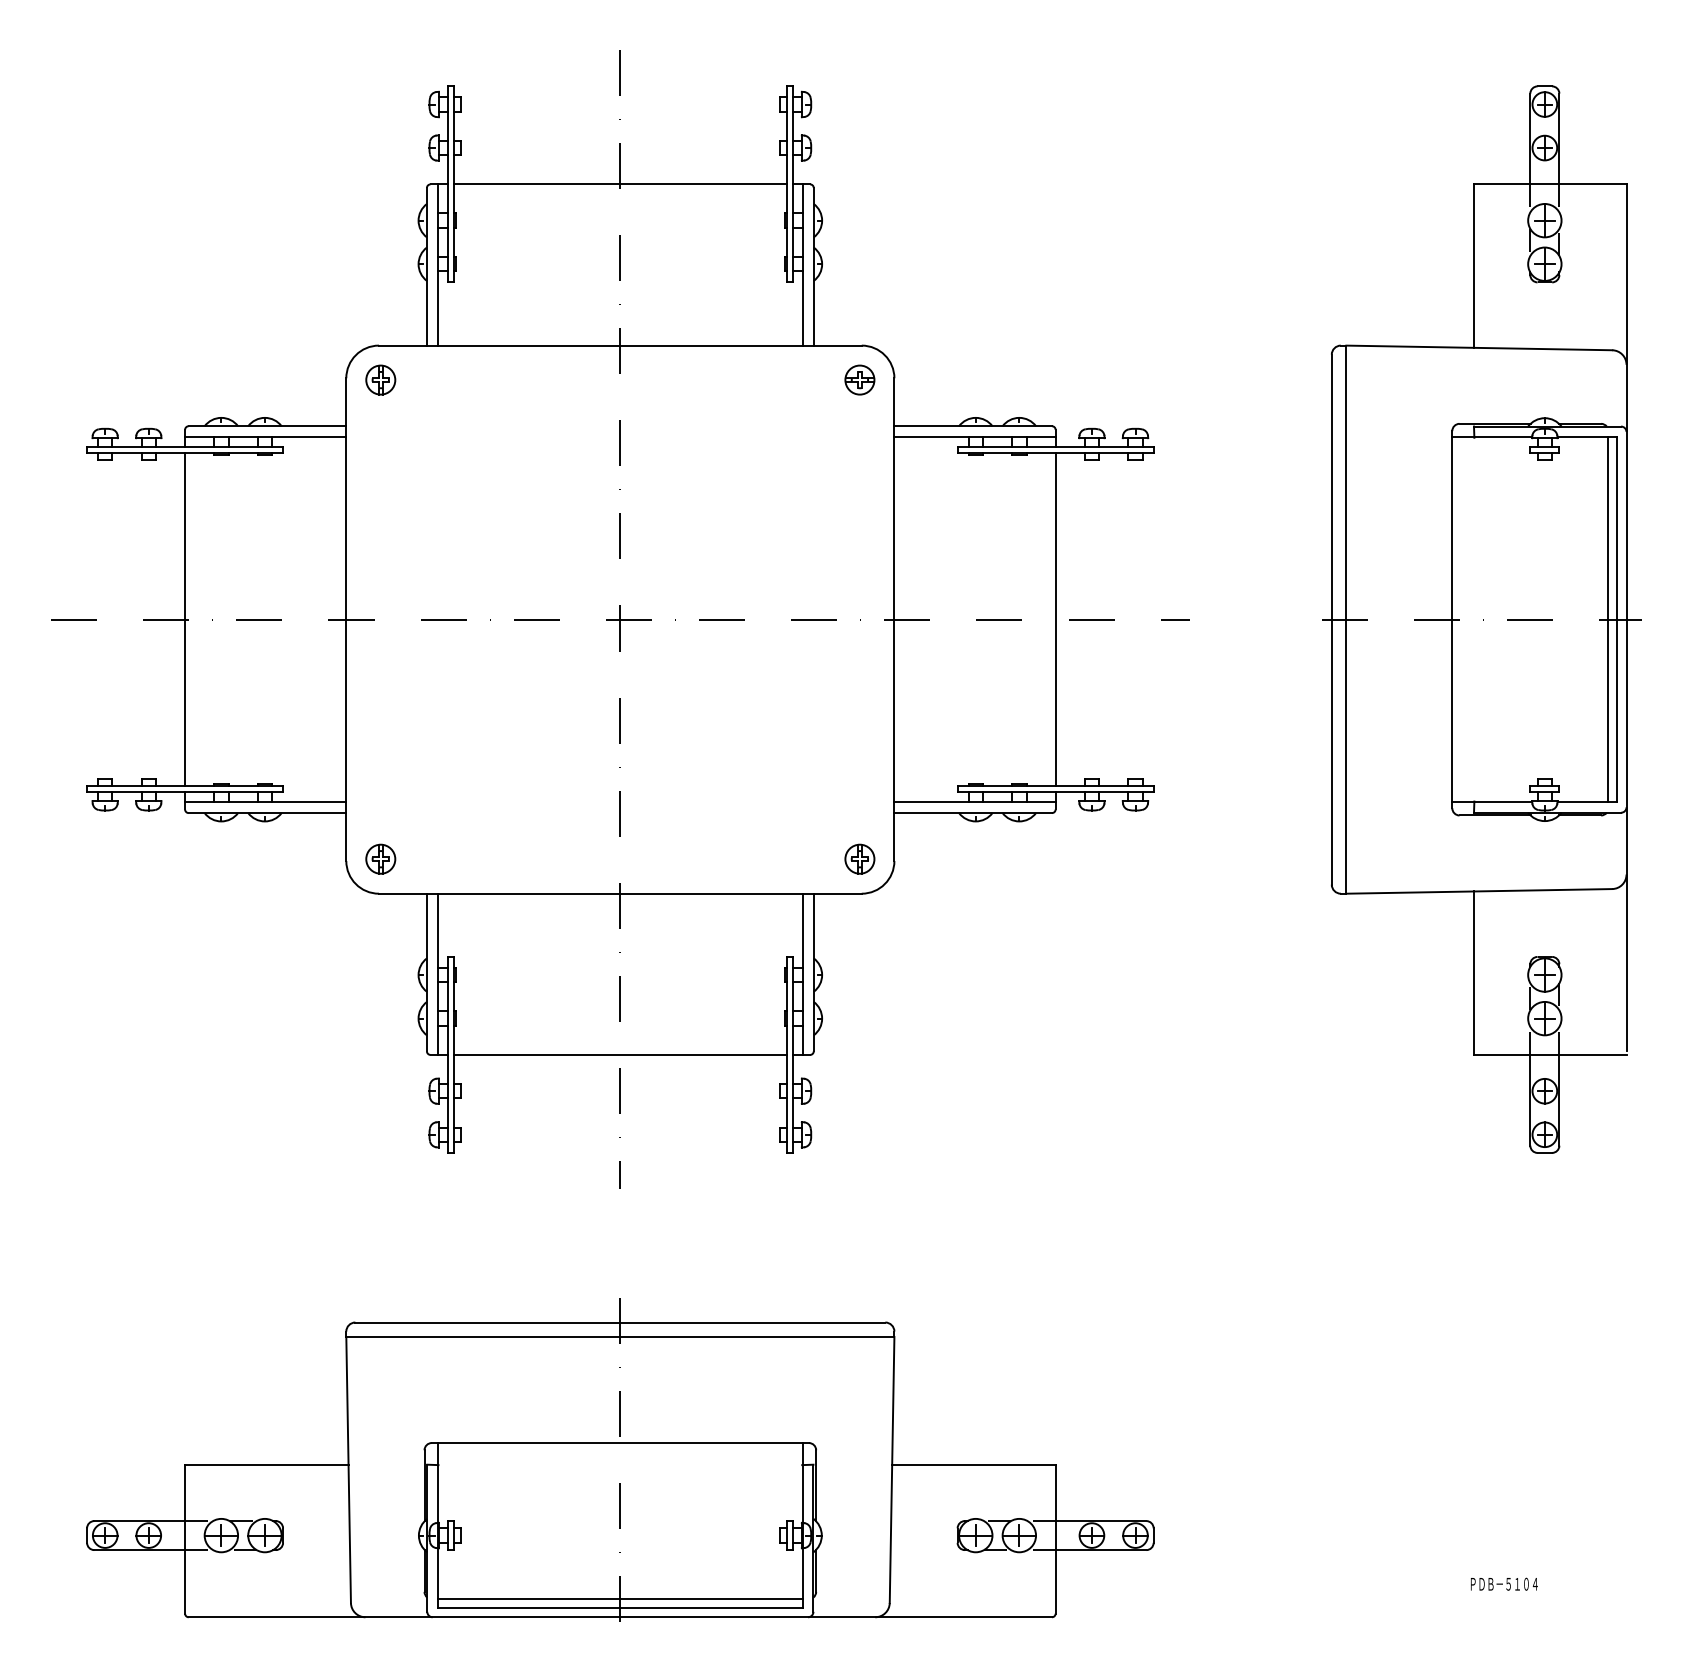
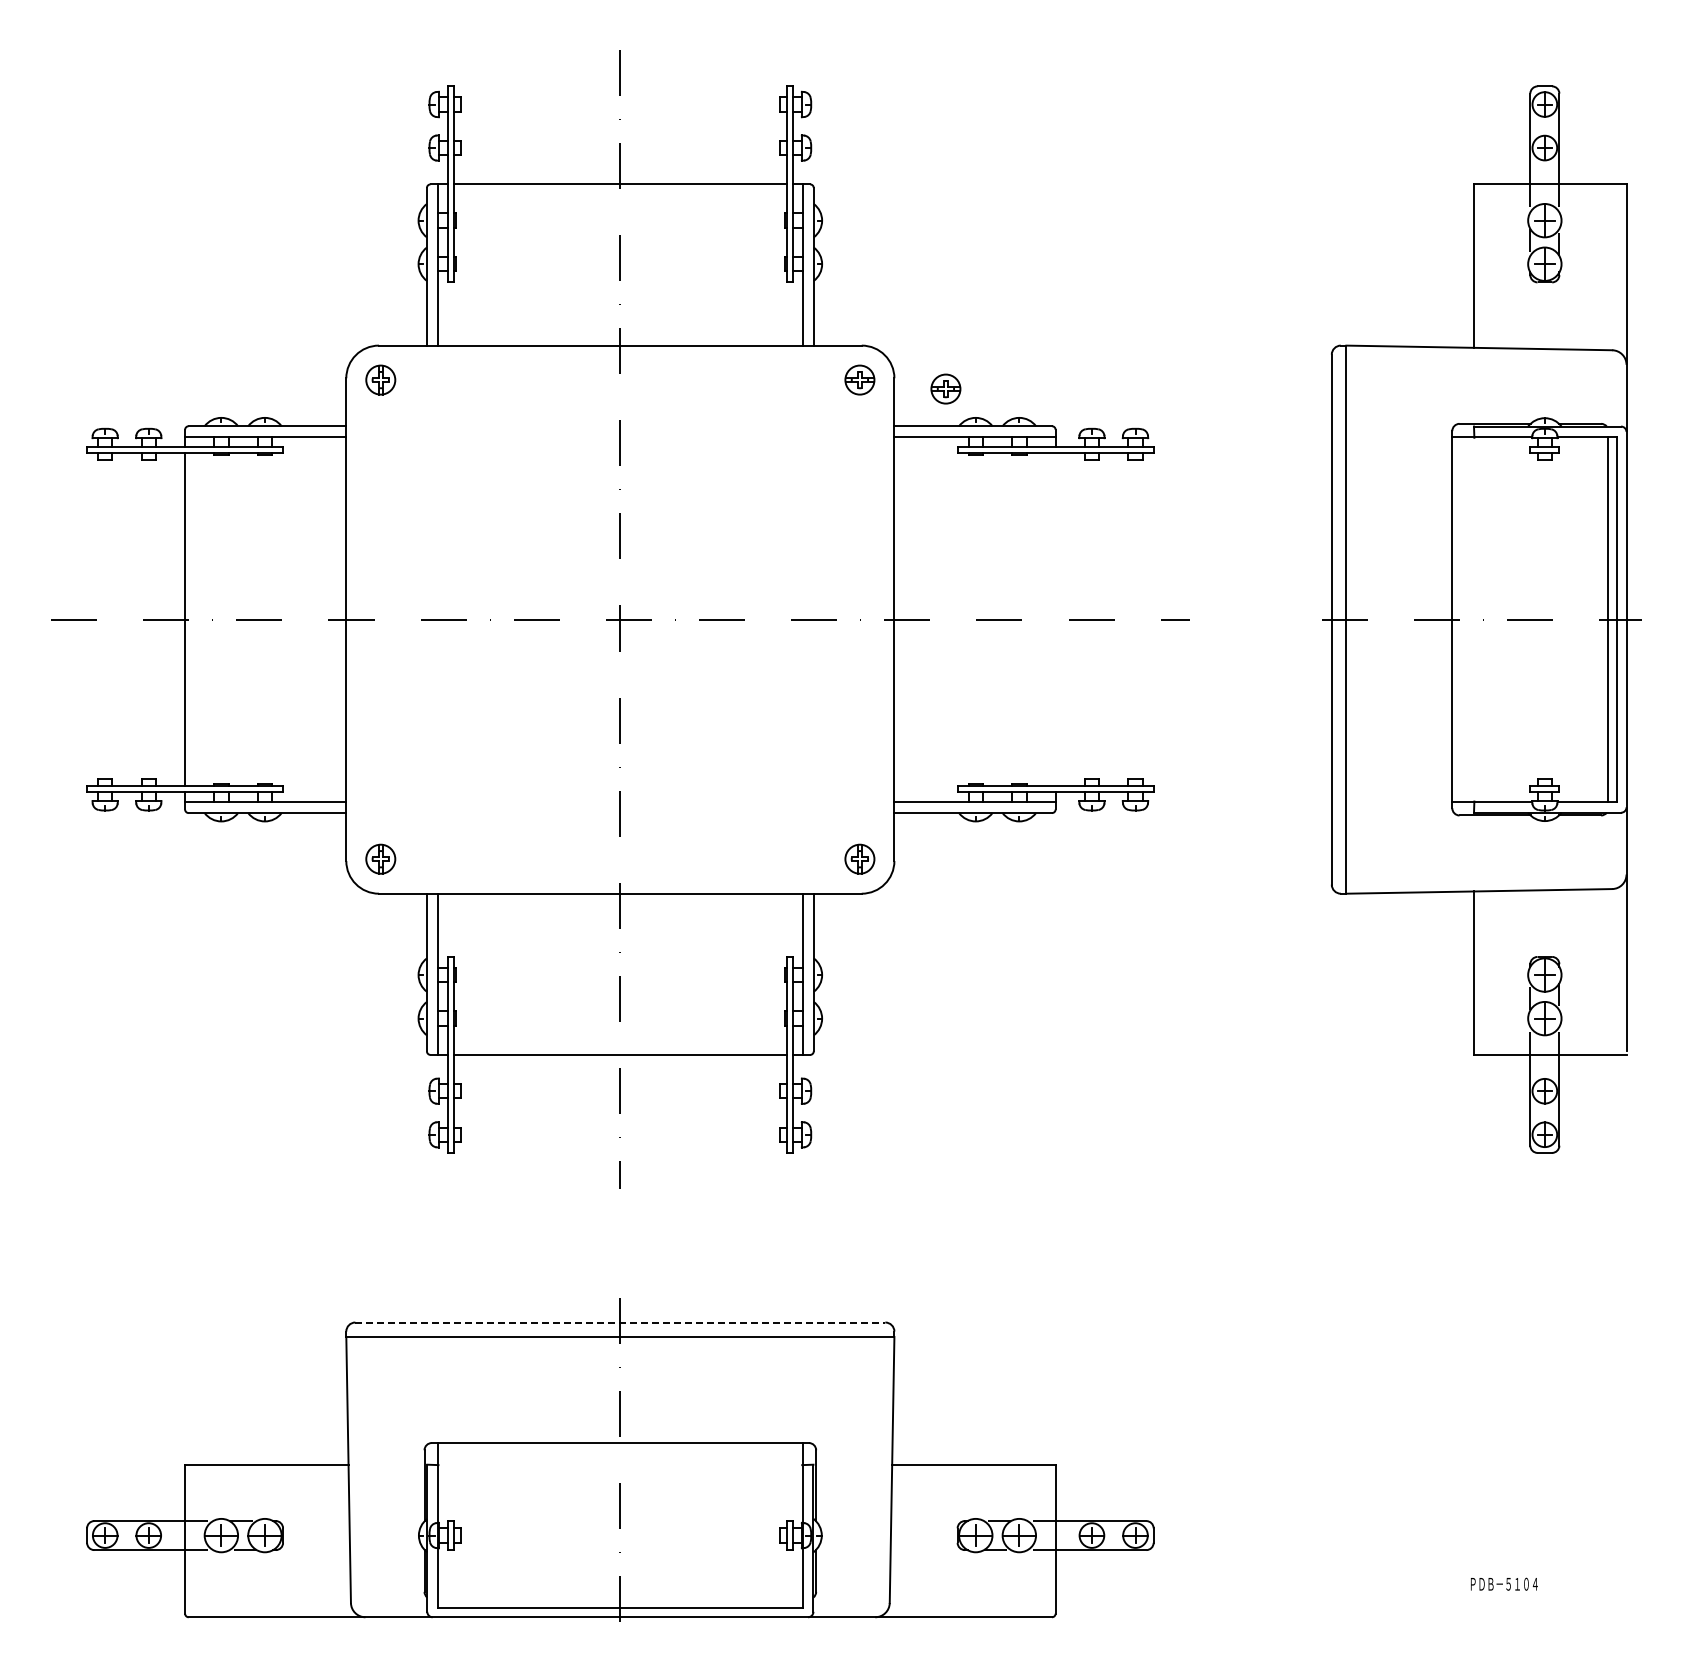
part at (945, 388): none -> present
line at (1055, 619): present -> none
line at (620, 1322): solid -> dashed
line at (620, 1599): present -> none
